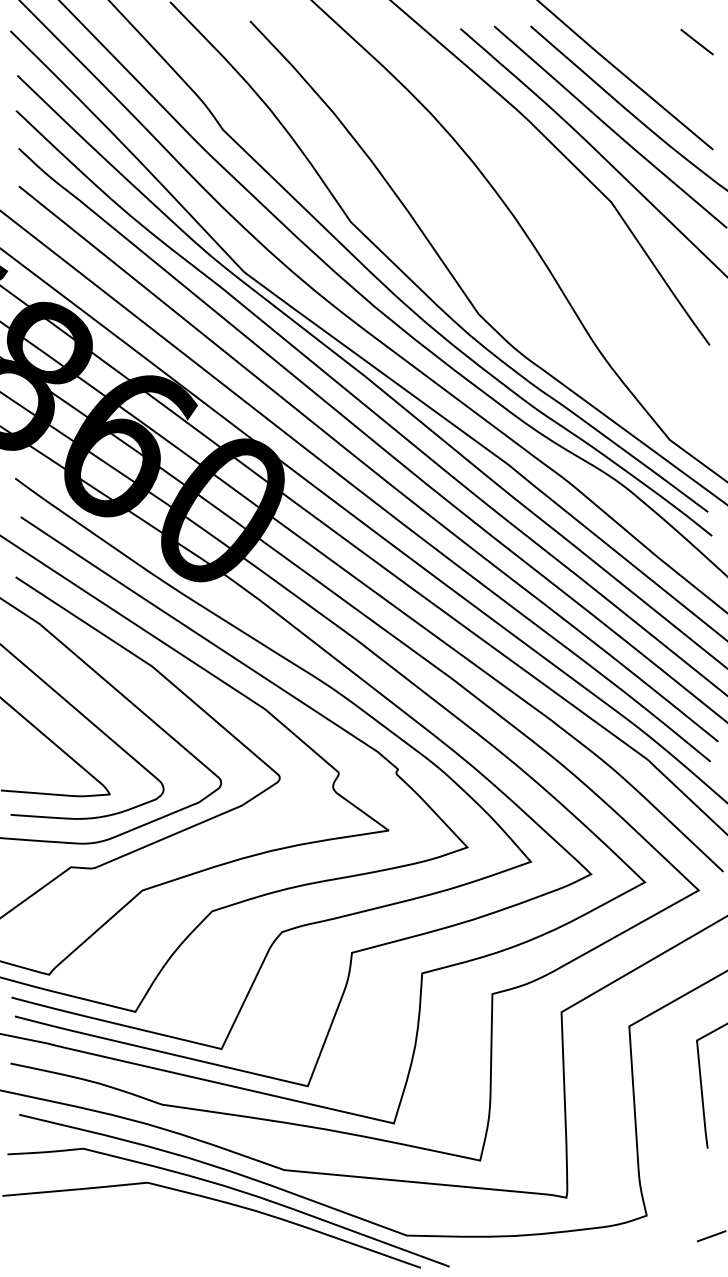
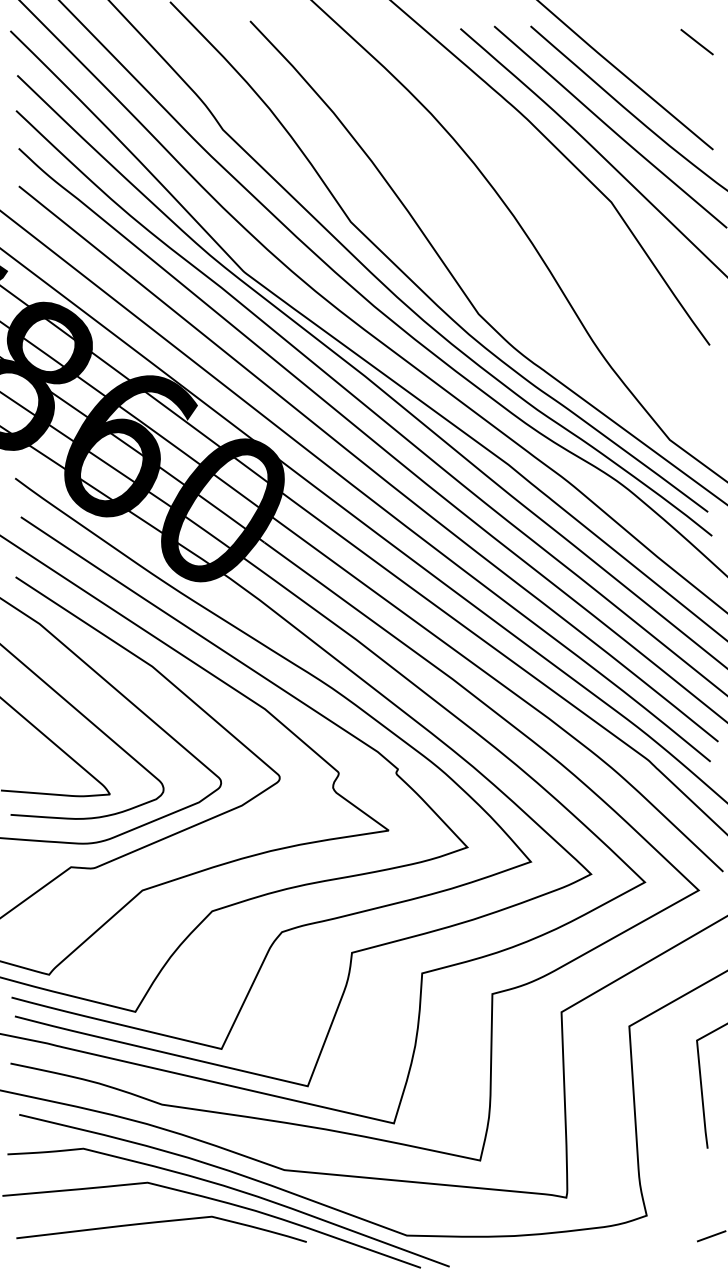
curve at (161, 1222): none -> present
